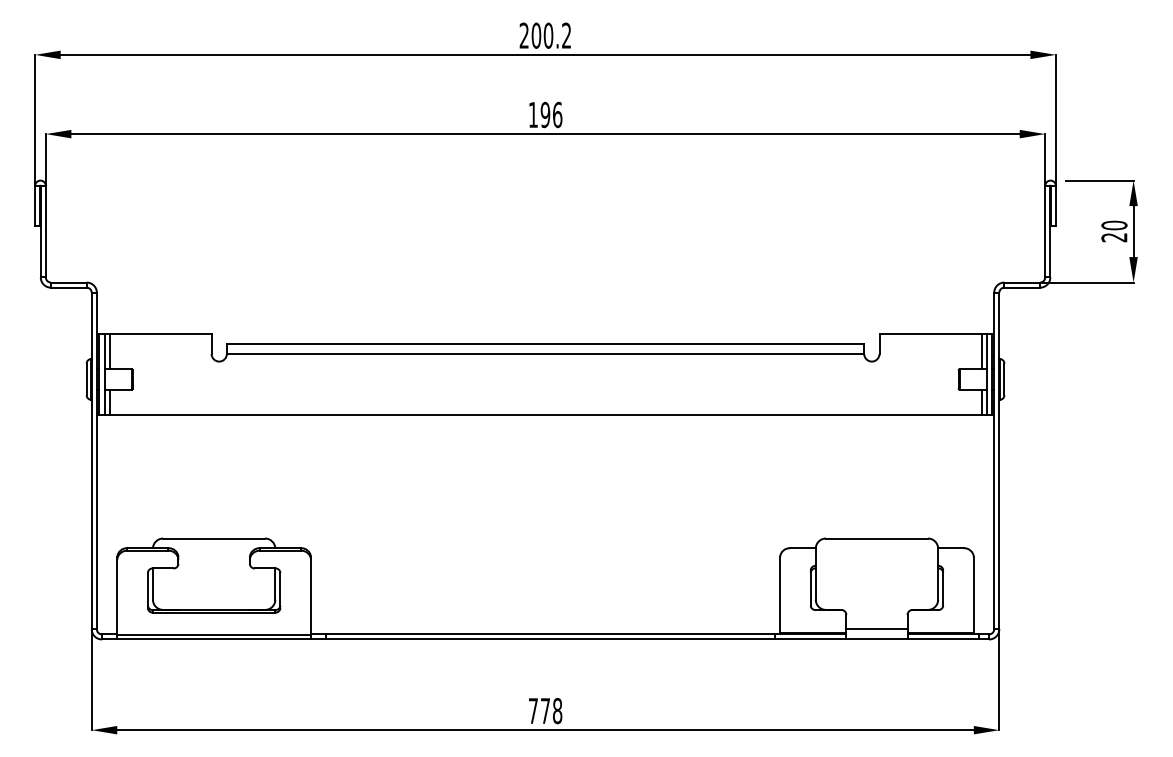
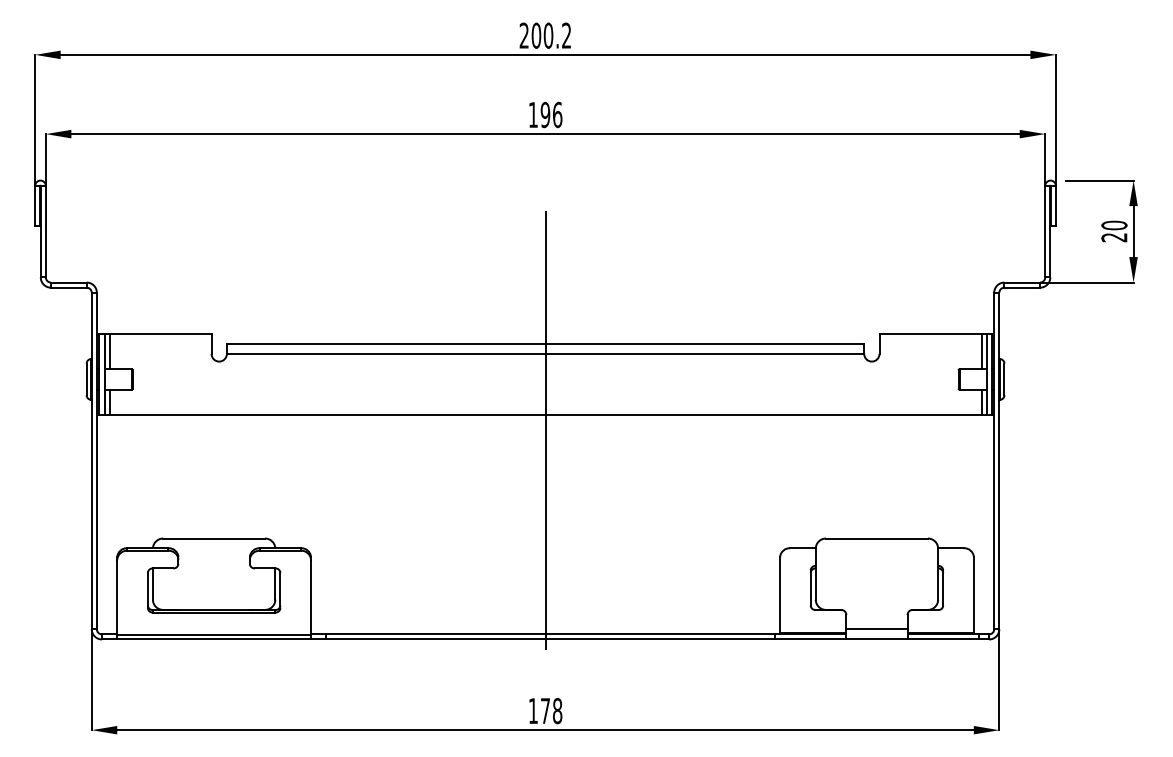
line at (545, 429): none -> present
text at (533, 710): 778 -> 178
